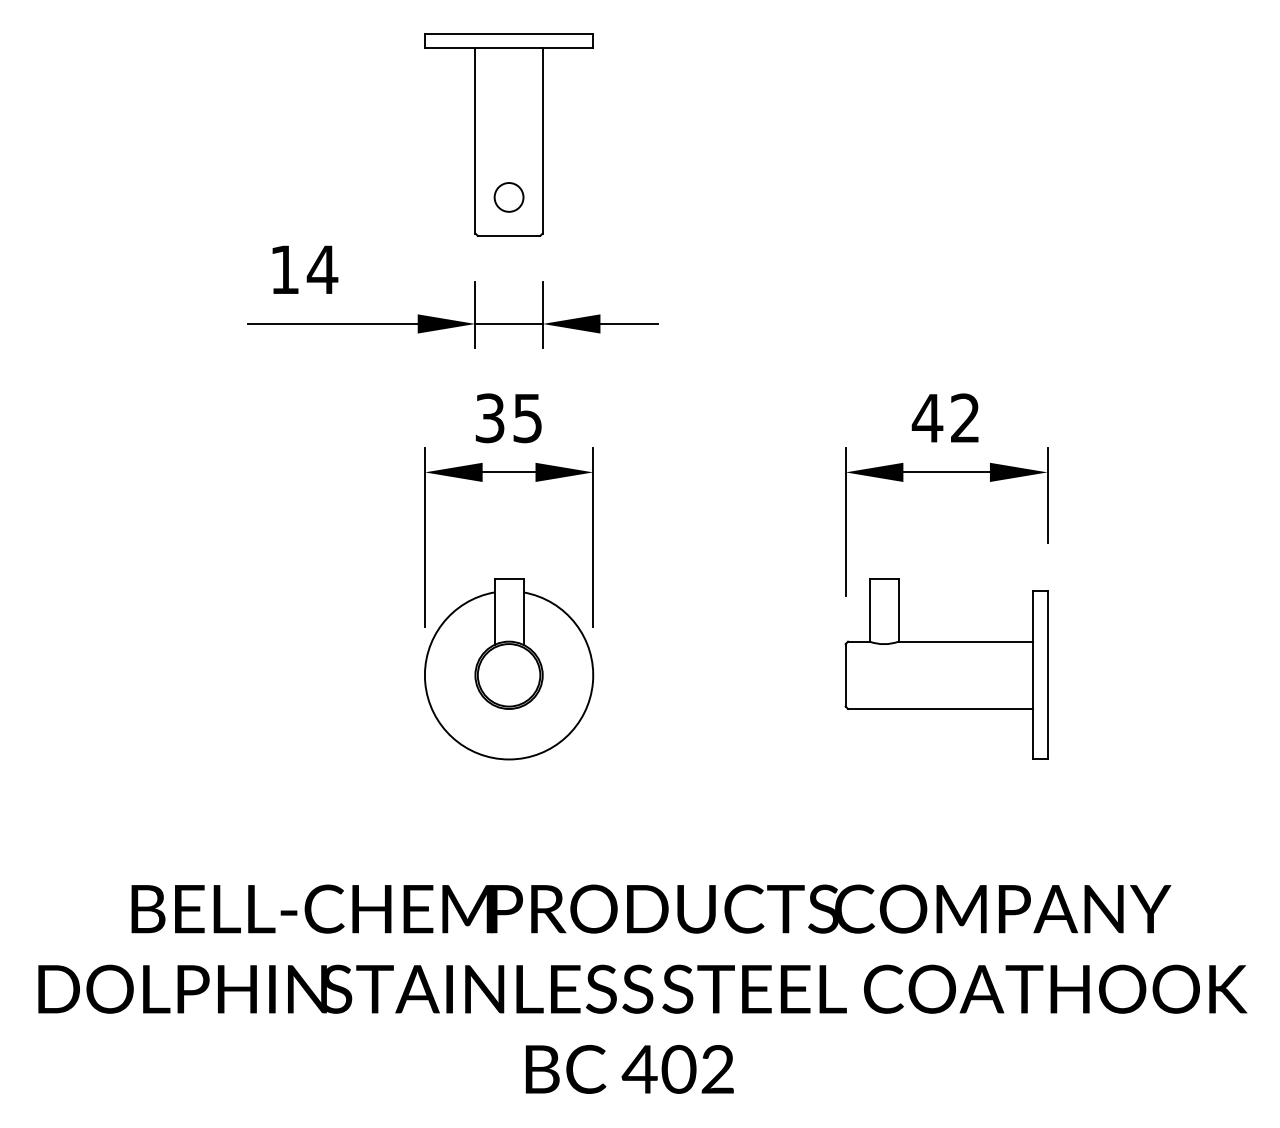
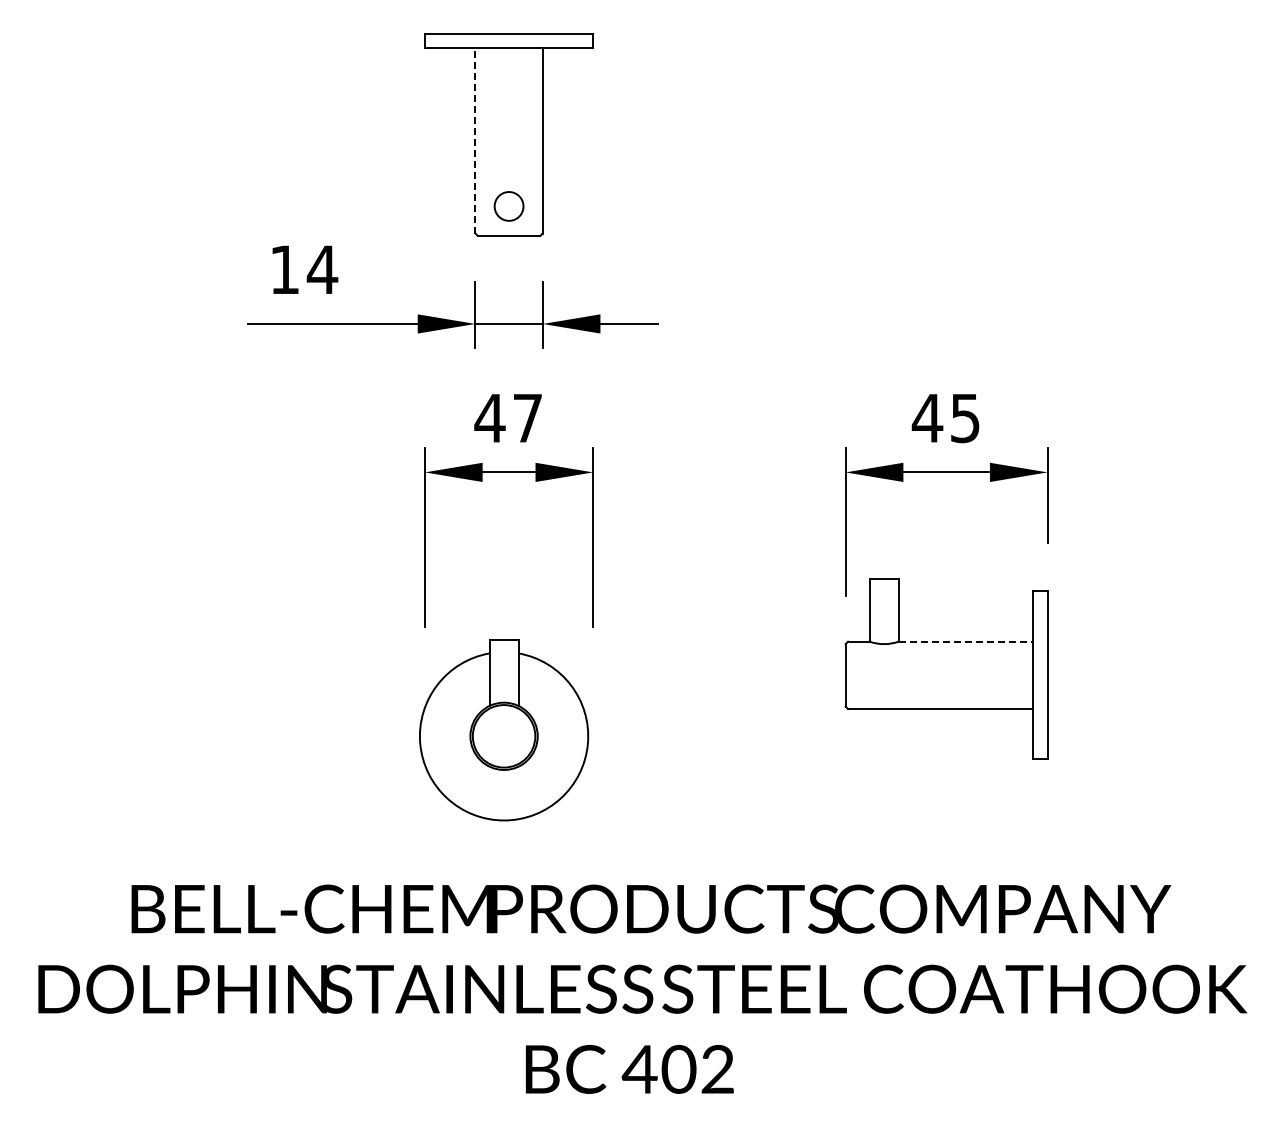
line at (475, 140): solid -> dashed
circle at (508, 197) position: (508, 197) -> (508, 206)
text at (507, 418): 35 -> 47
text at (965, 418): 42 -> 45
line at (966, 641): solid -> dashed
part at (509, 669) position: (509, 669) -> (504, 730)
